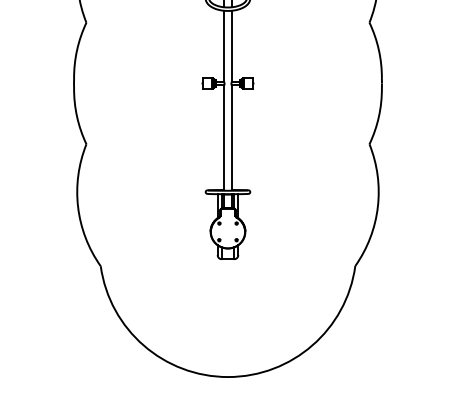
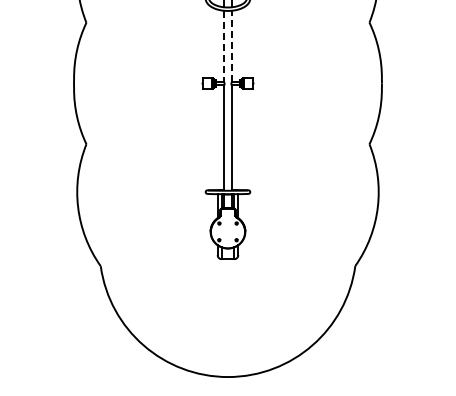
line at (231, 45): solid -> dashed
line at (224, 46): solid -> dashed
